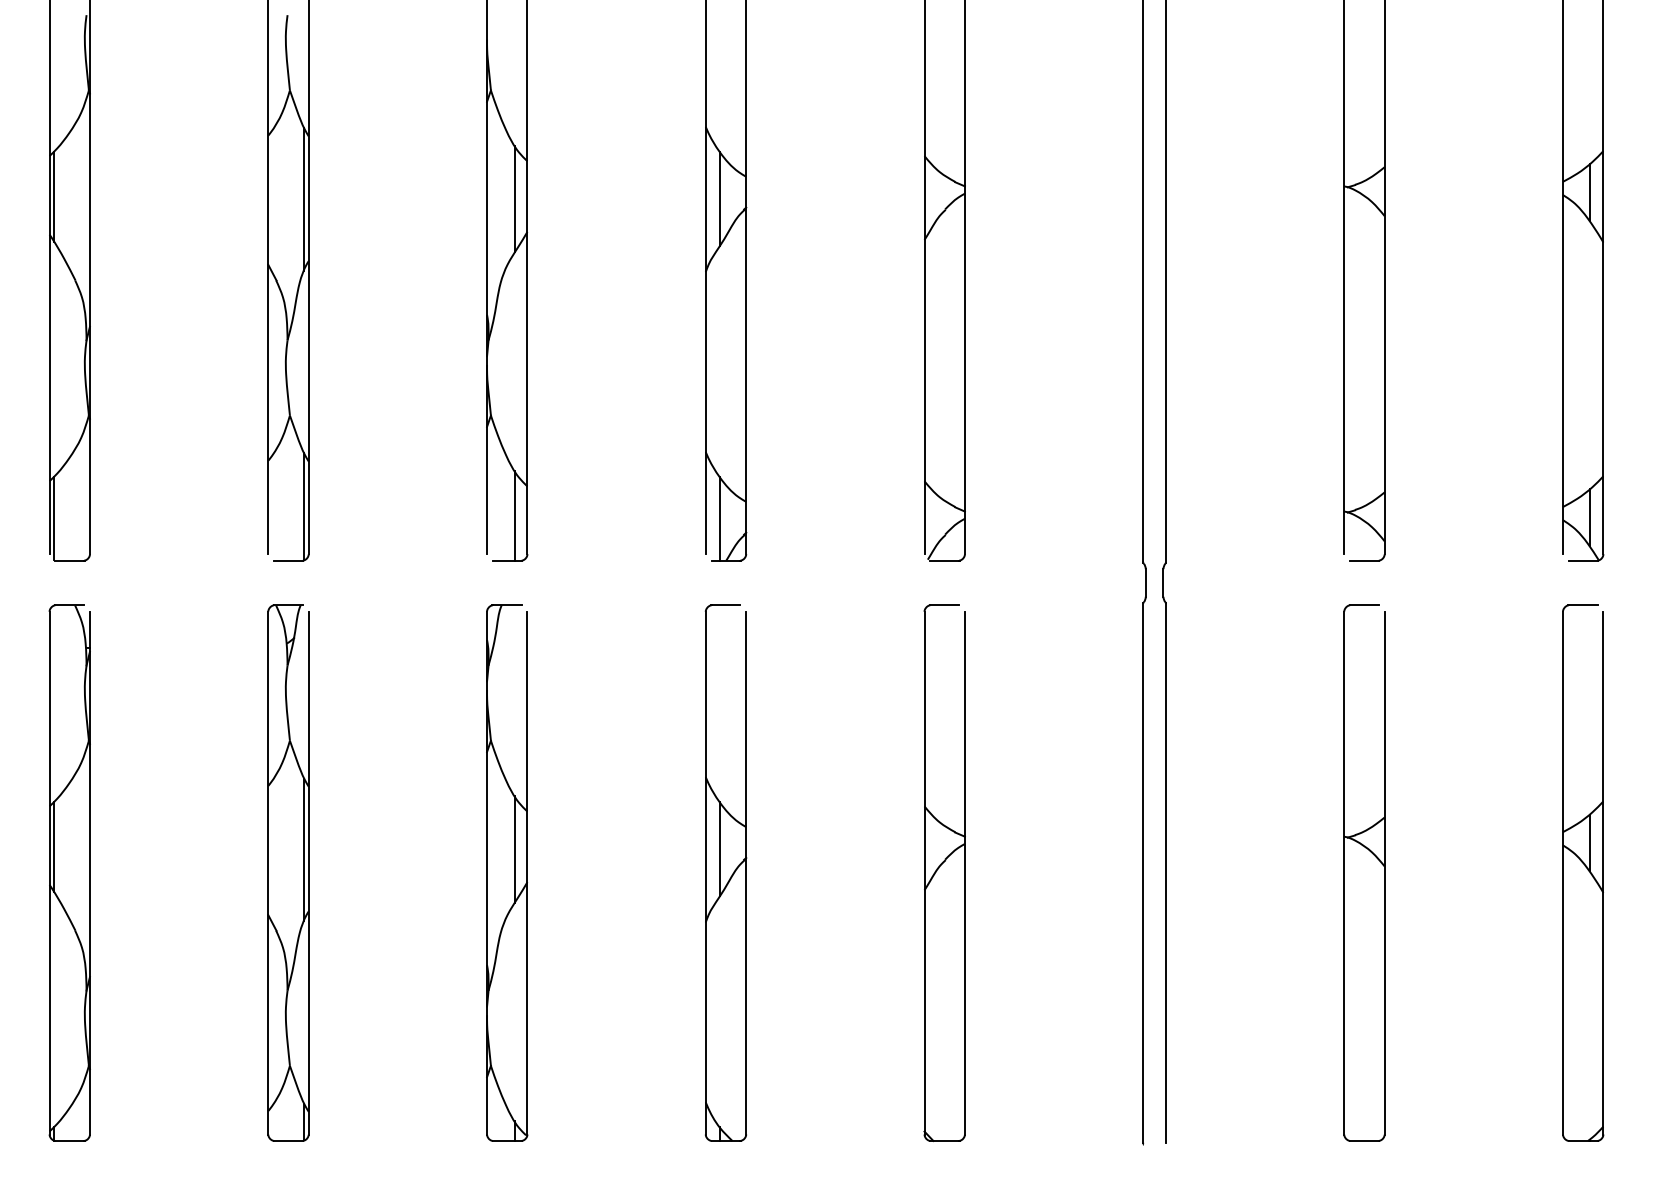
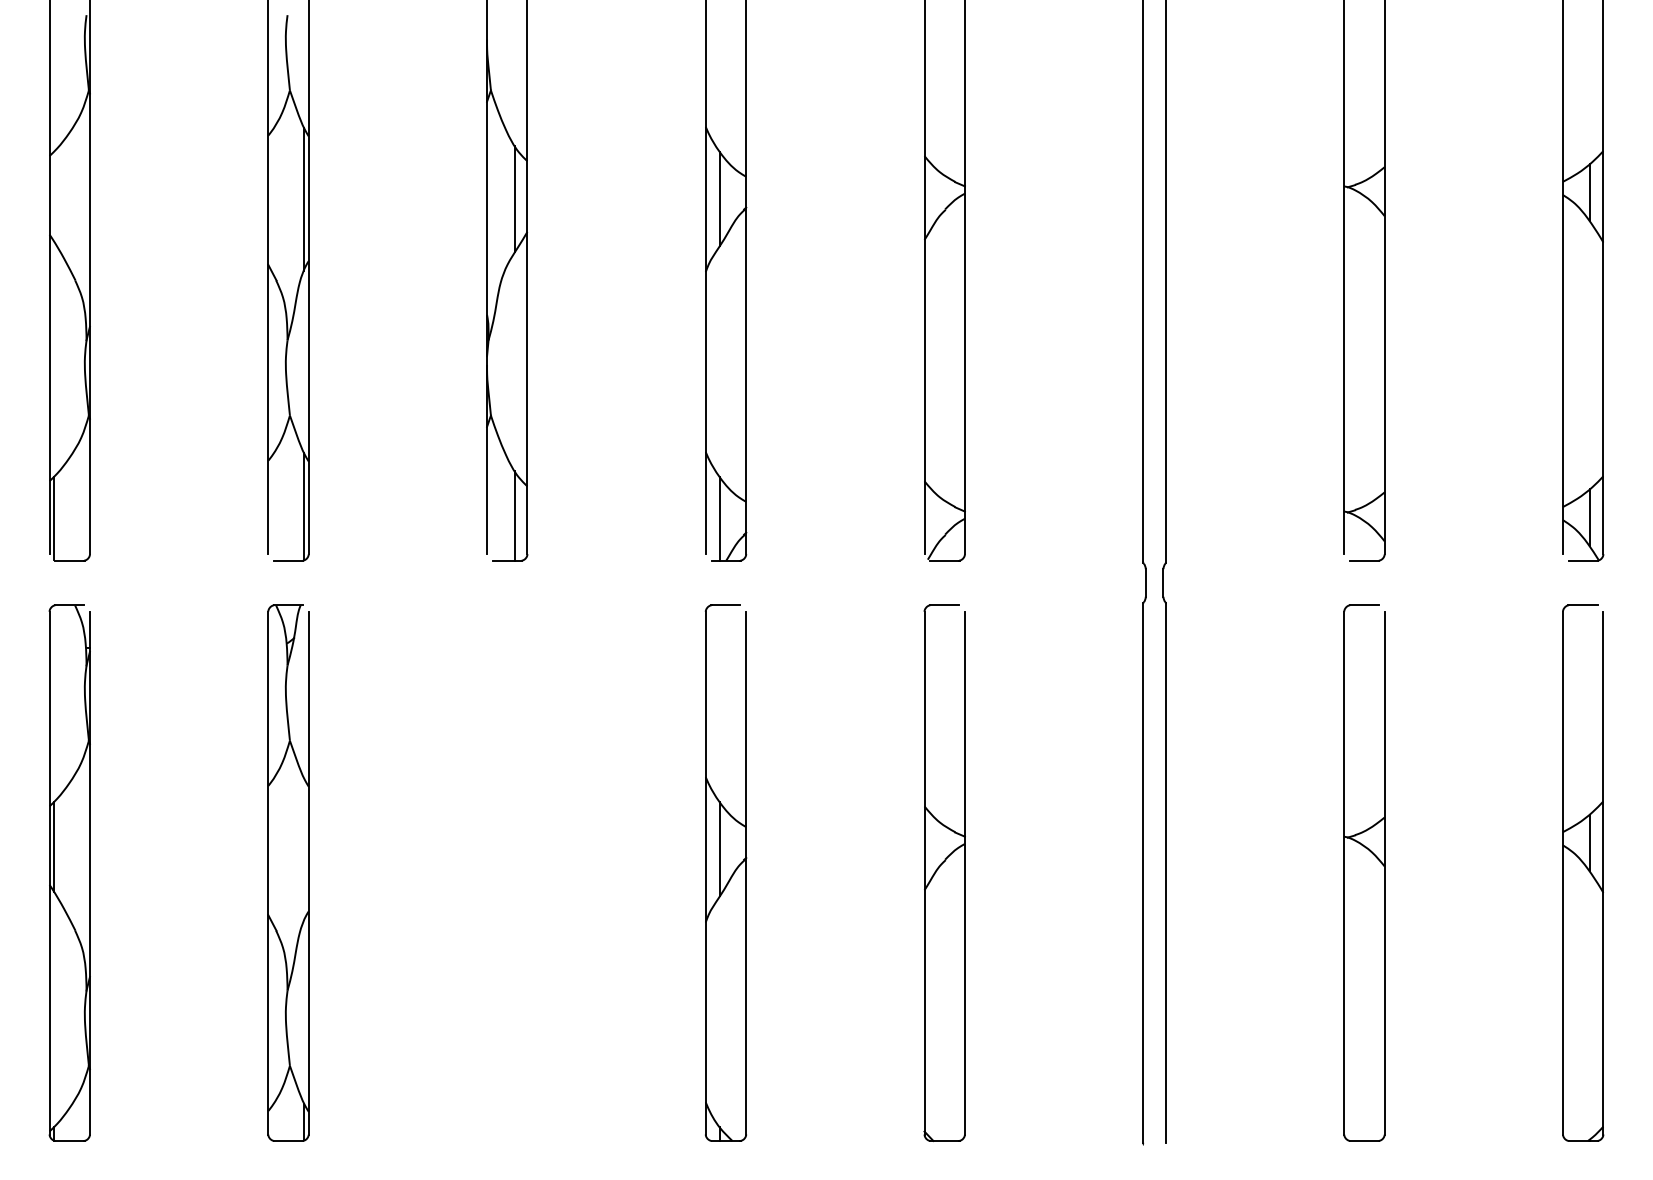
line at (53, 196): present -> none
line at (304, 849): present -> none
part at (507, 872): present -> none
